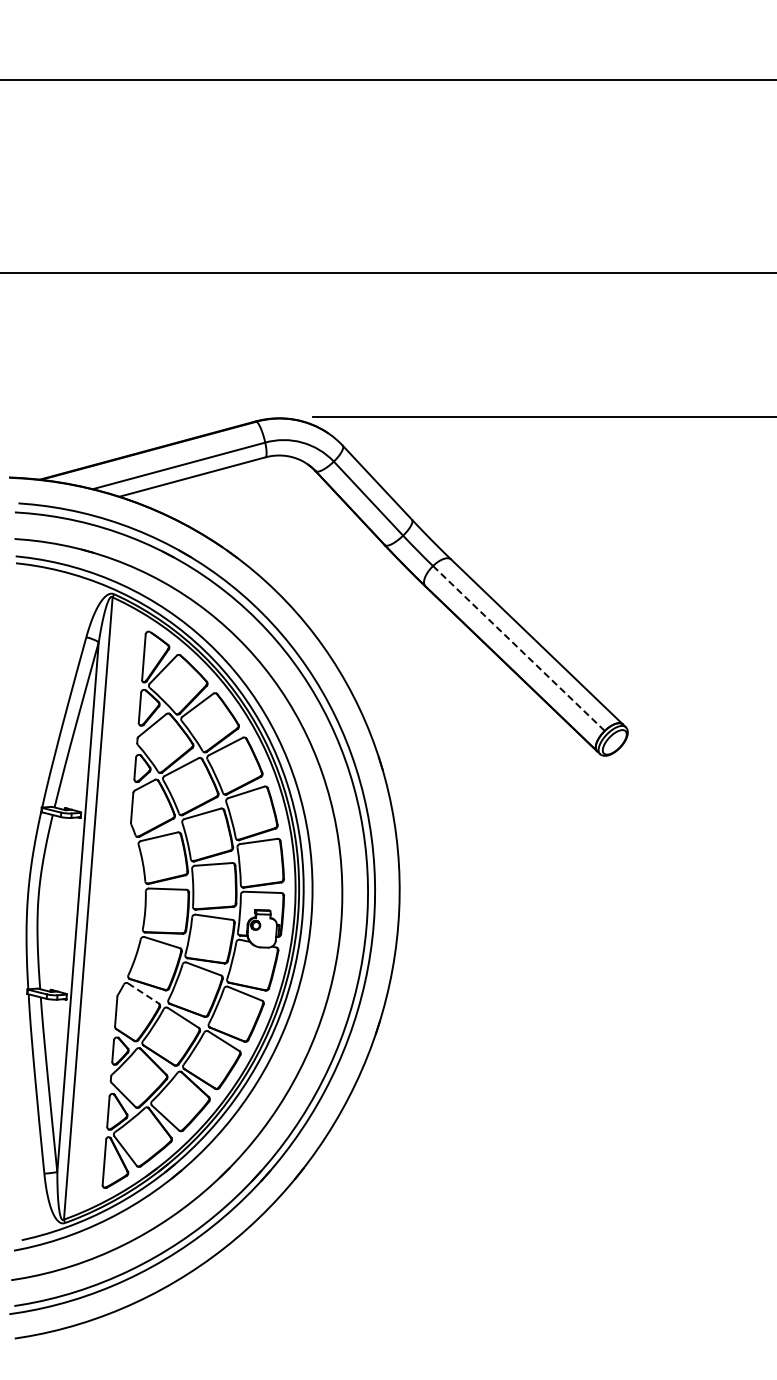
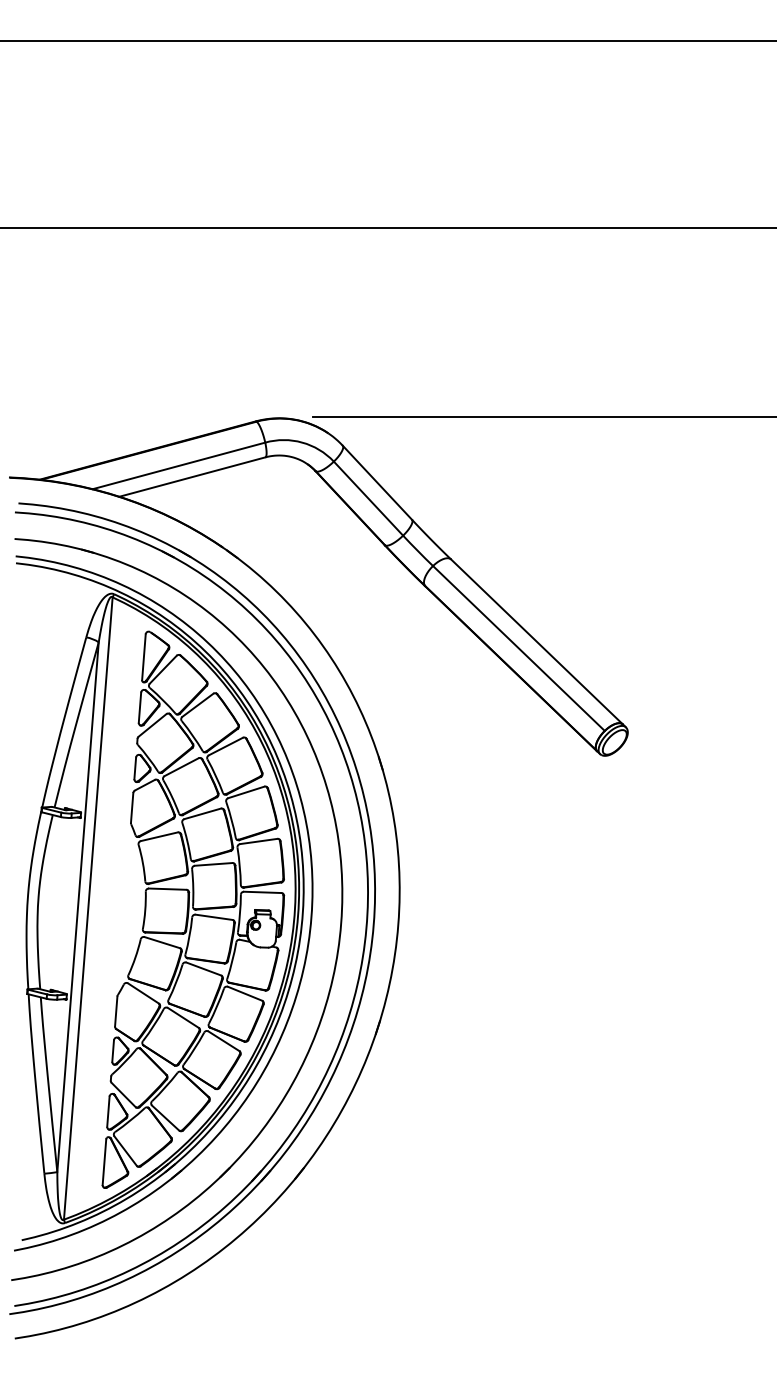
line at (387, 80) position: (387, 80) -> (387, 41)
line at (387, 272) position: (387, 272) -> (387, 227)
line at (519, 648): dashed -> solid
line at (143, 993): dashed -> solid
